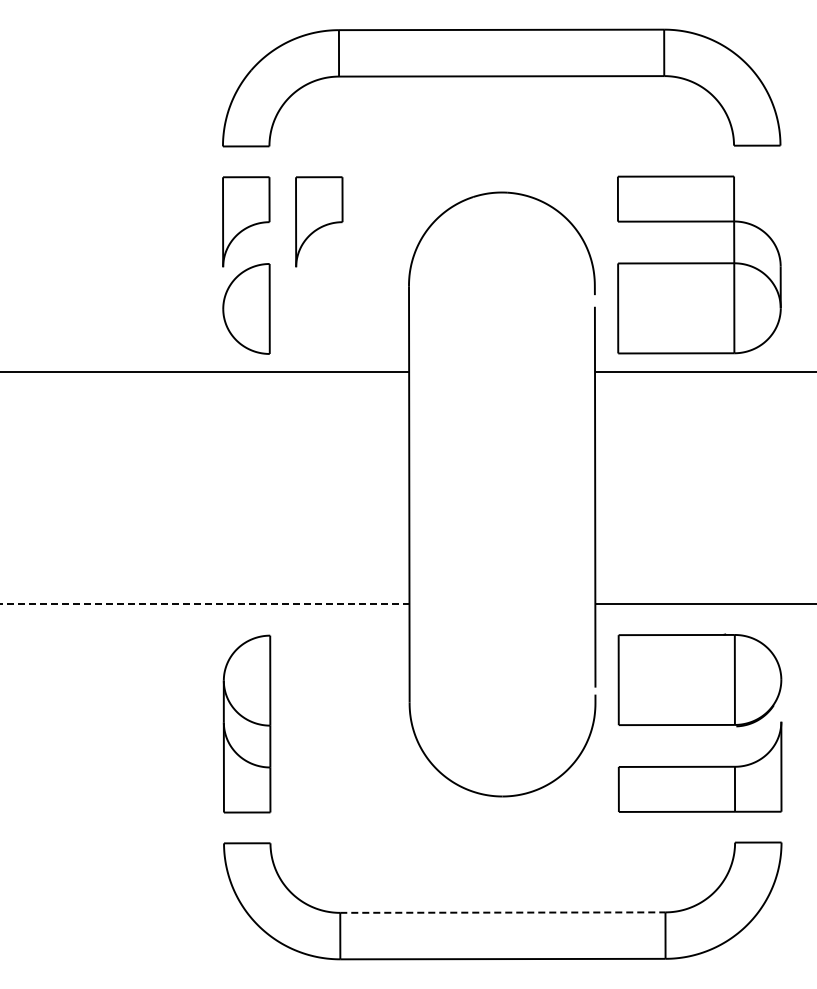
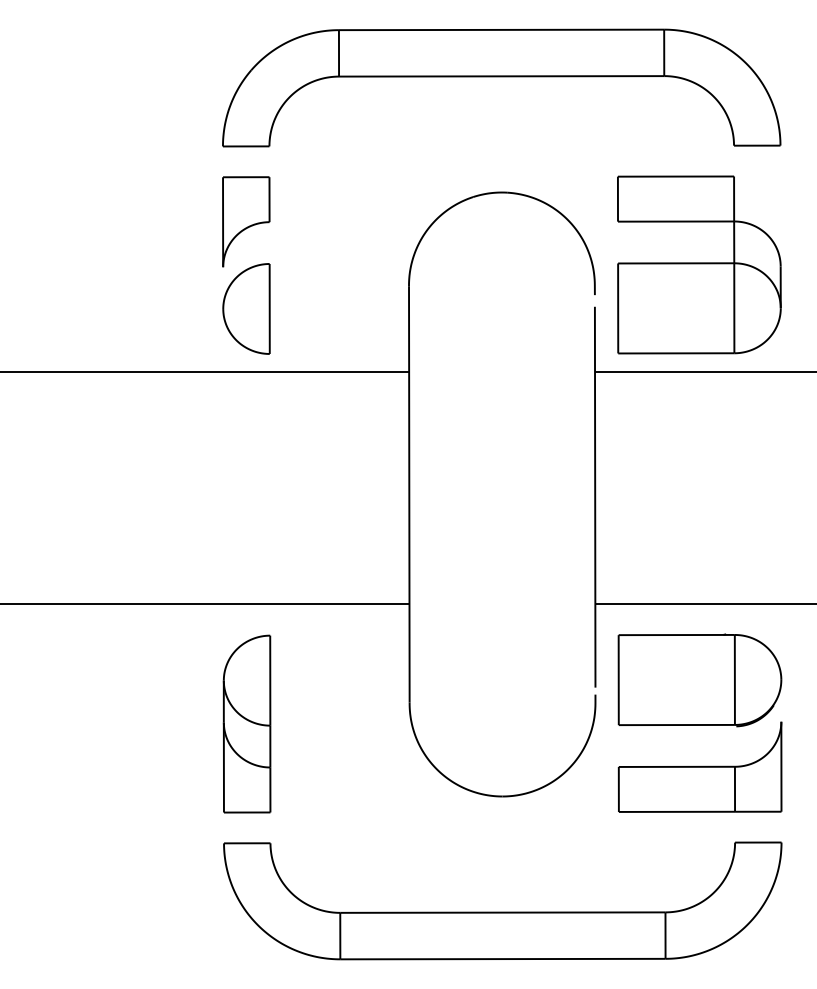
part at (319, 221): present -> none
line at (204, 604): dashed -> solid
line at (502, 912): dashed -> solid
